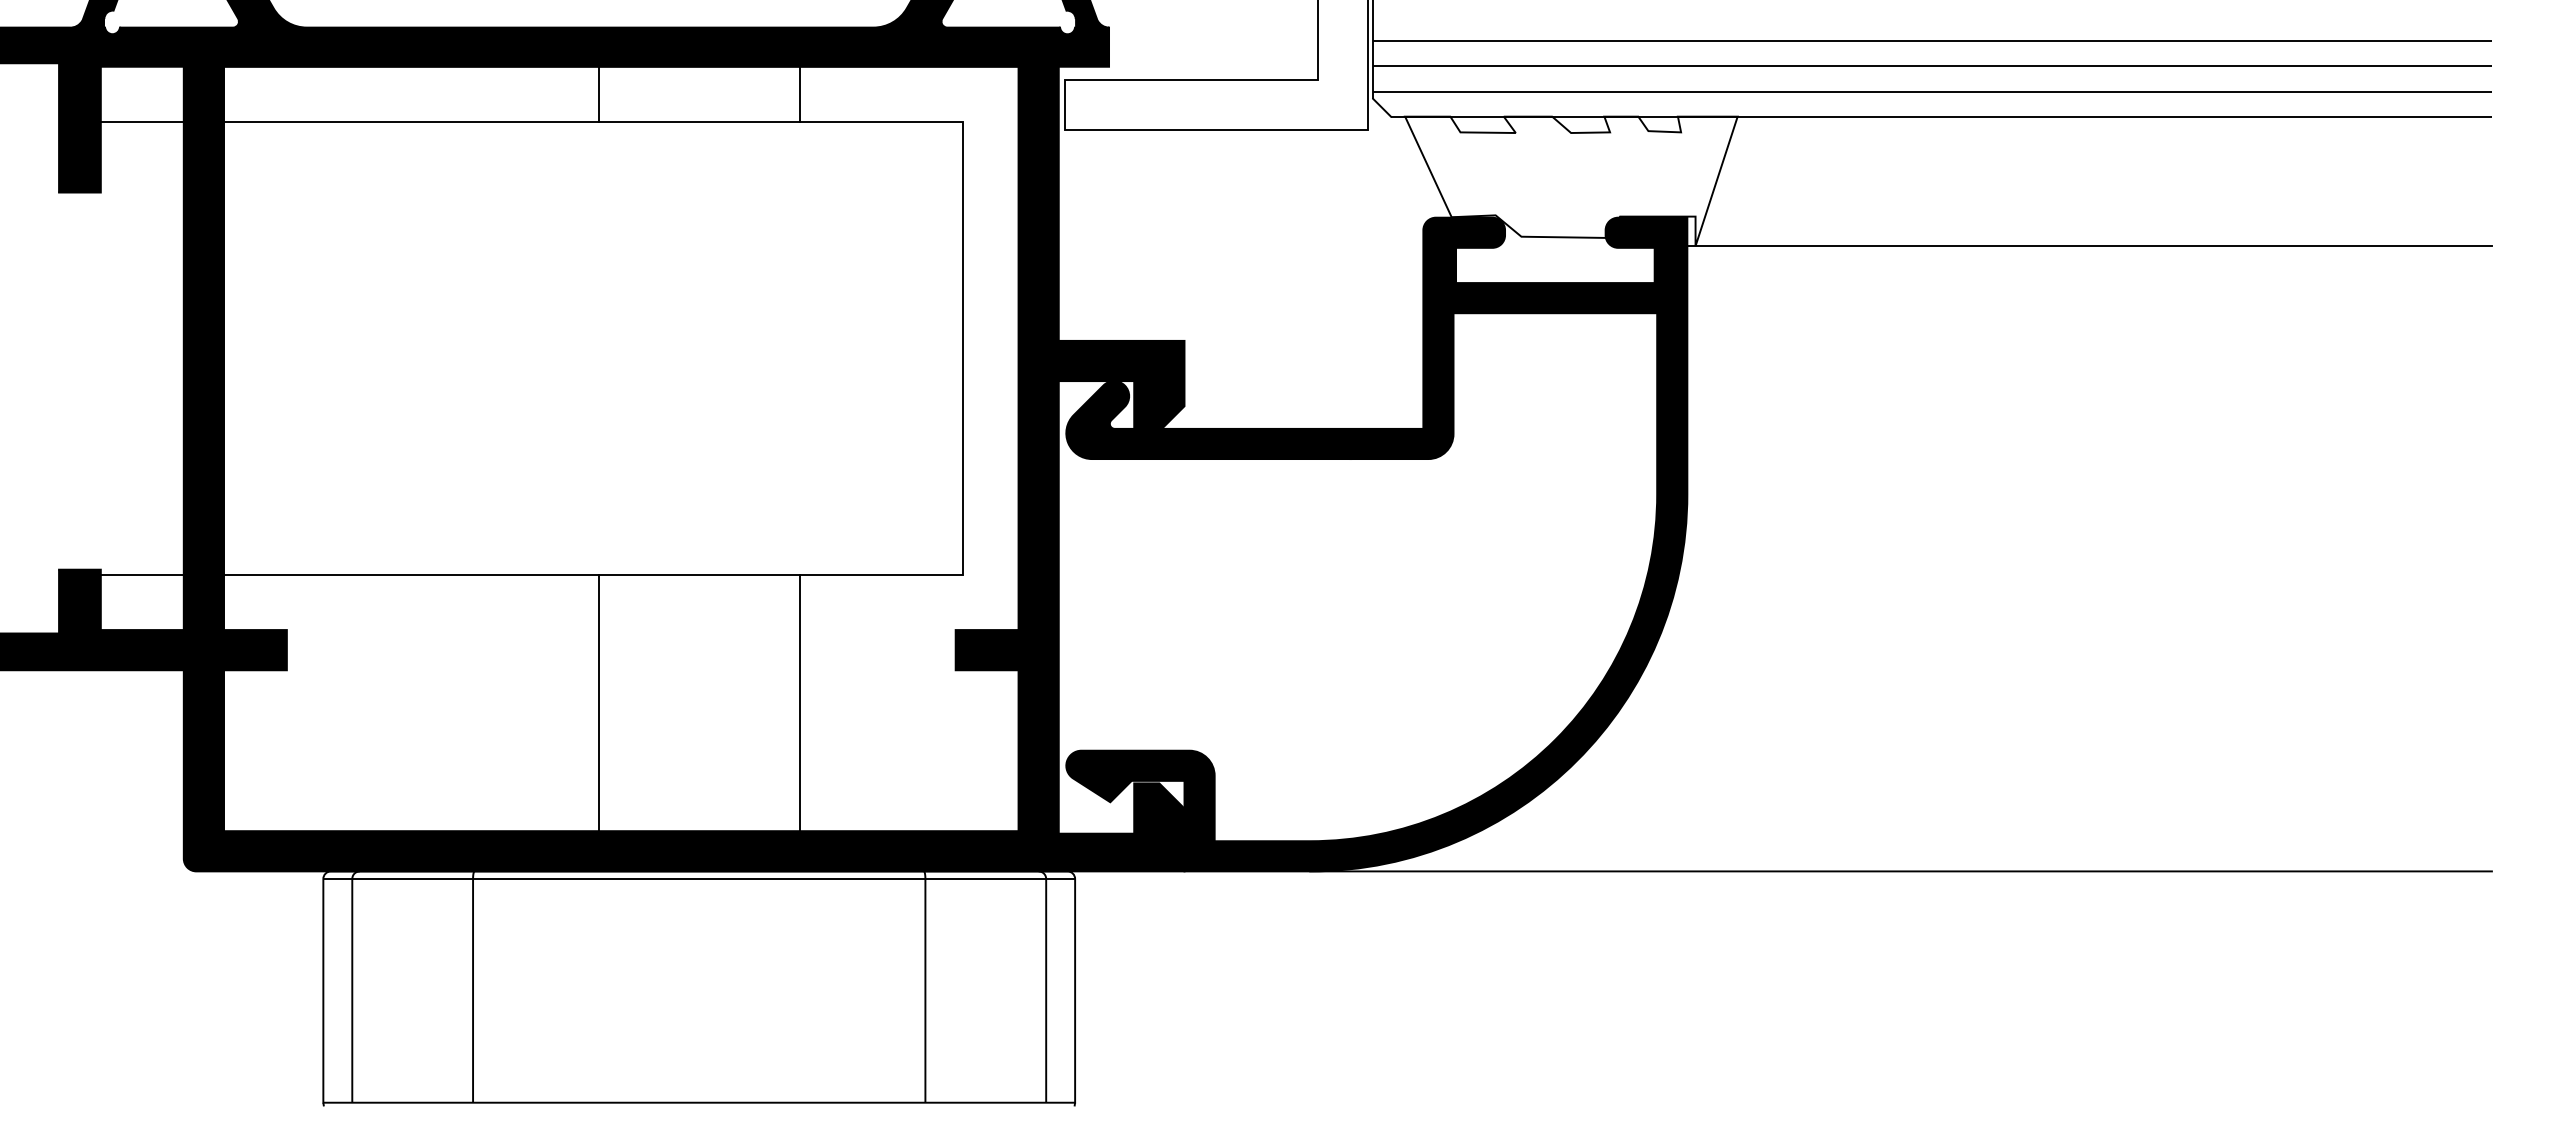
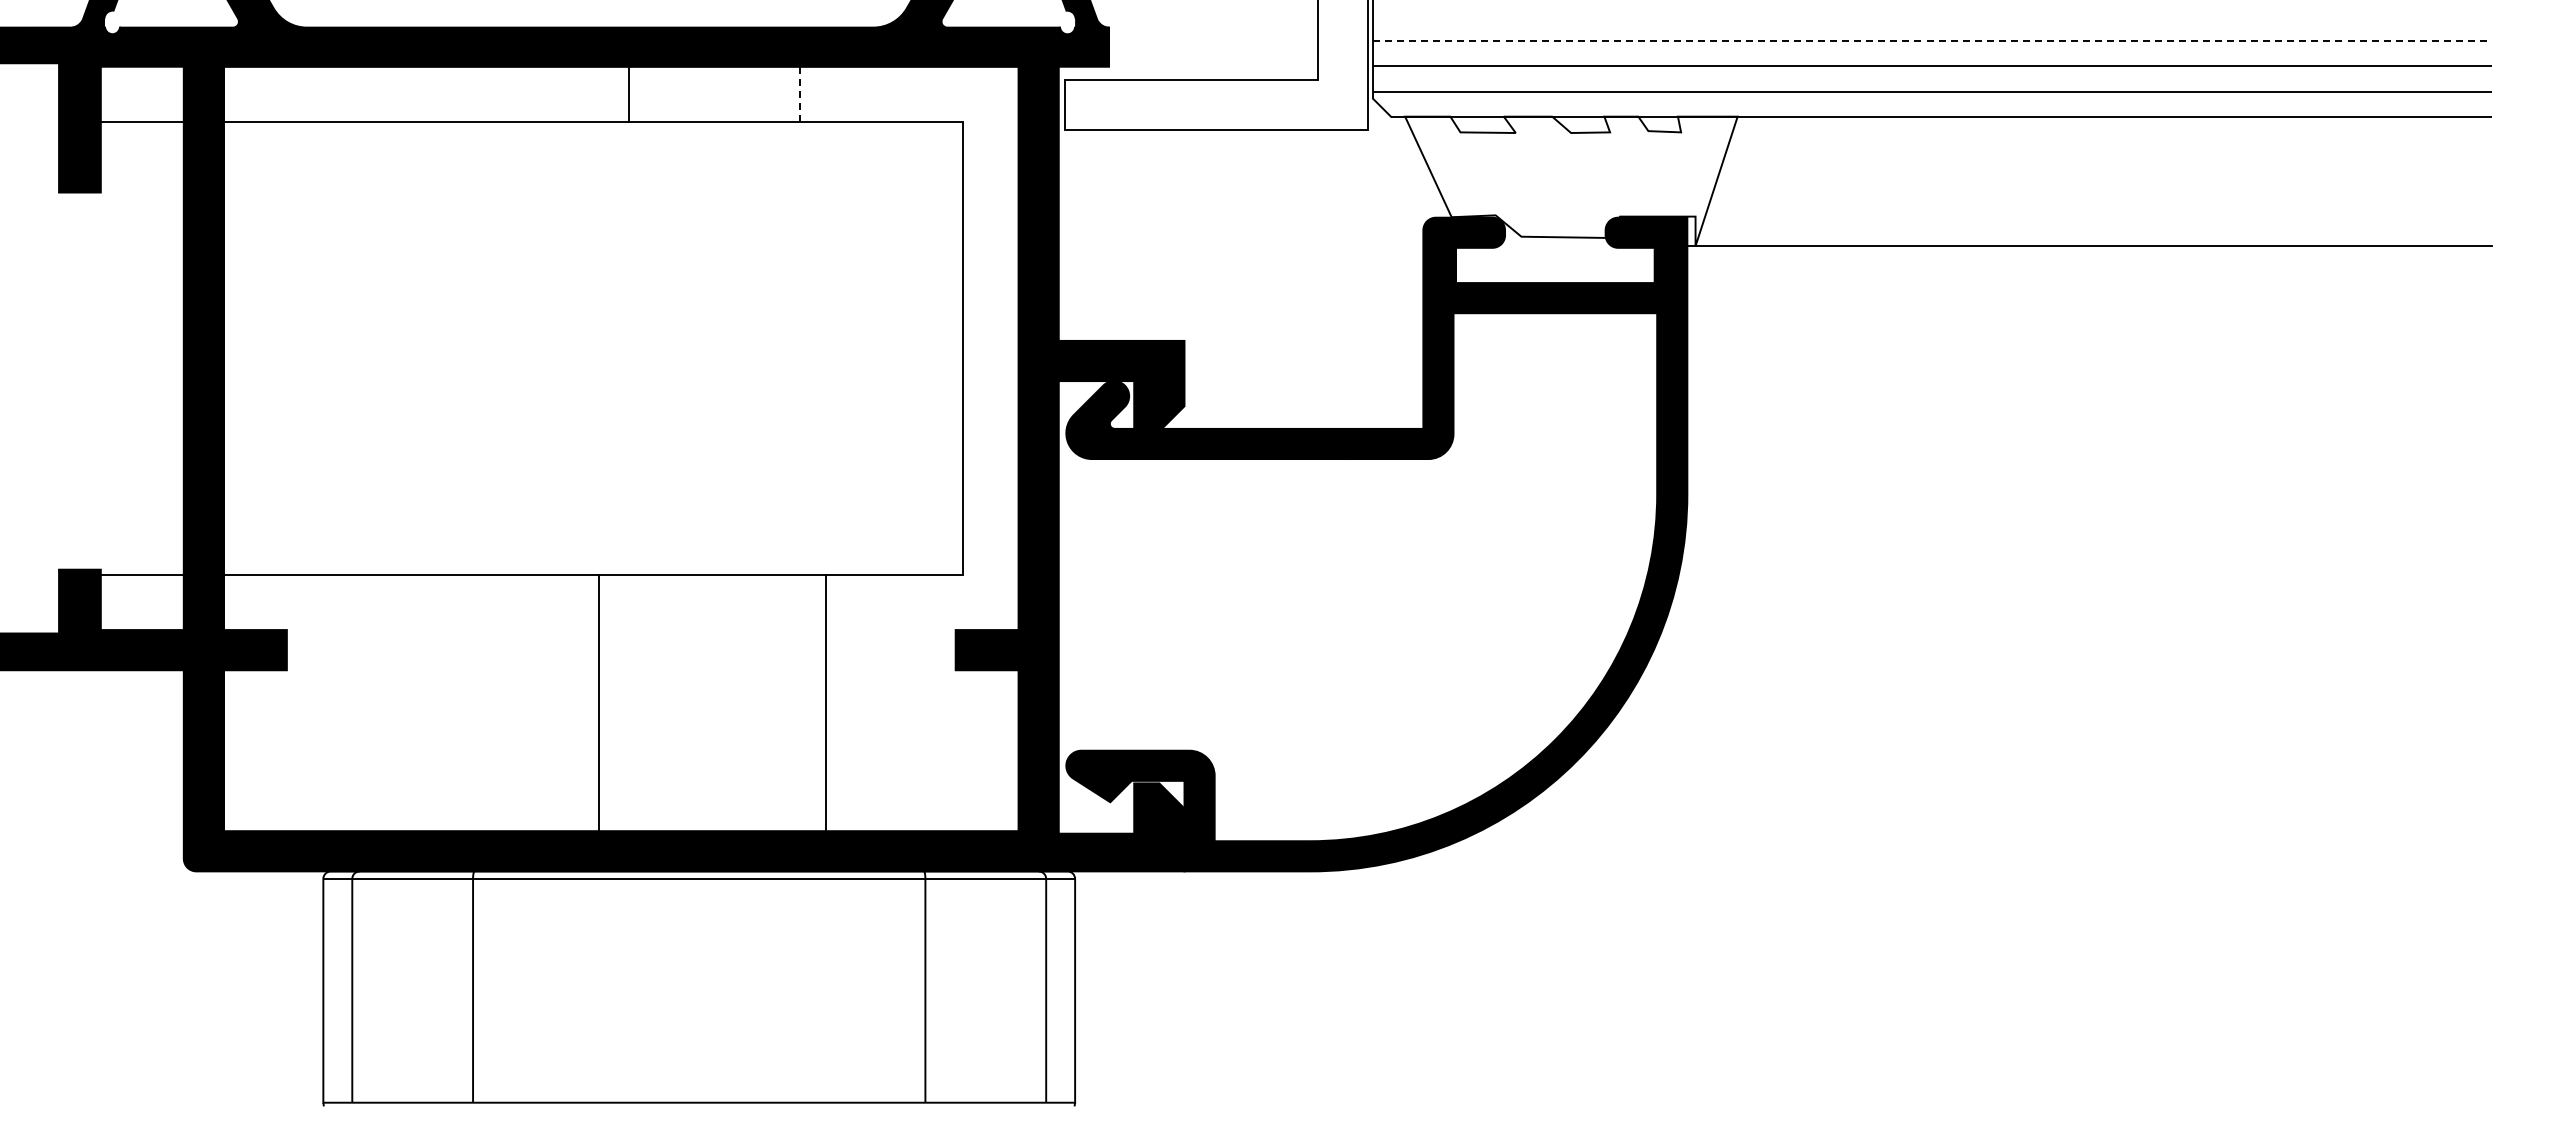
line at (1933, 41): solid -> dashed
line at (598, 94) position: (598, 94) -> (628, 94)
line at (799, 94): solid -> dashed
line at (799, 702) position: (799, 702) -> (825, 702)
line at (1900, 871): present -> none
